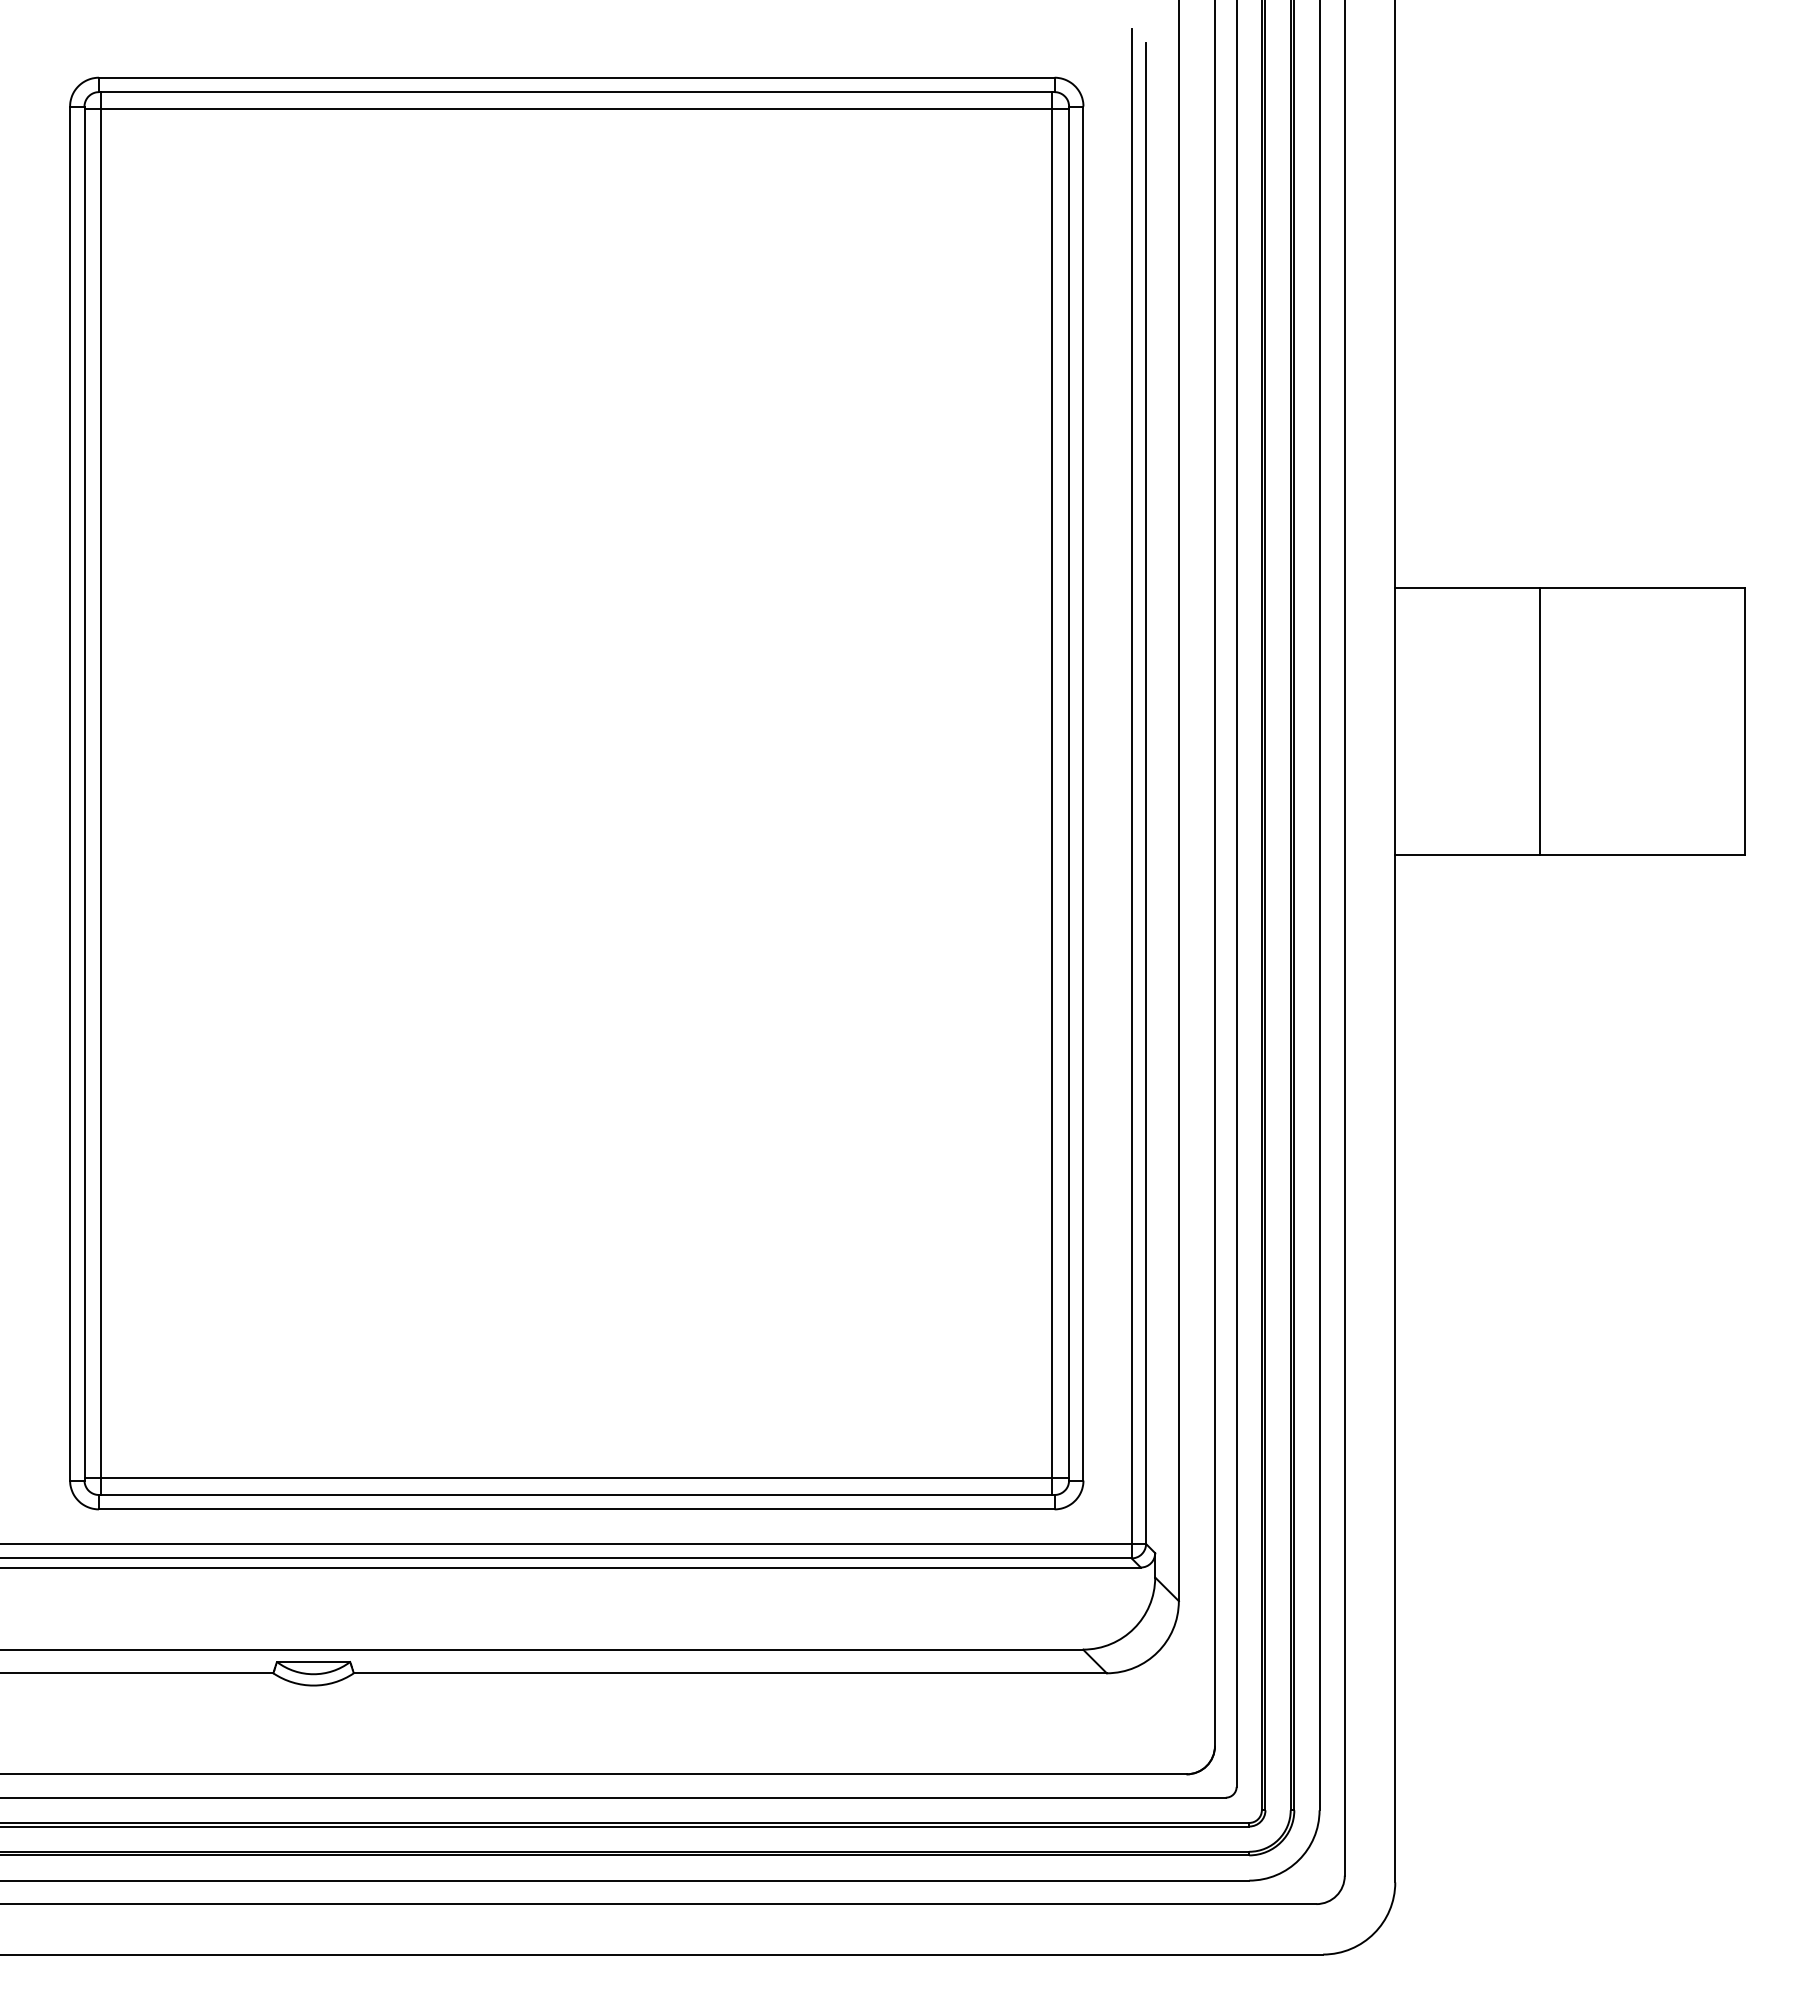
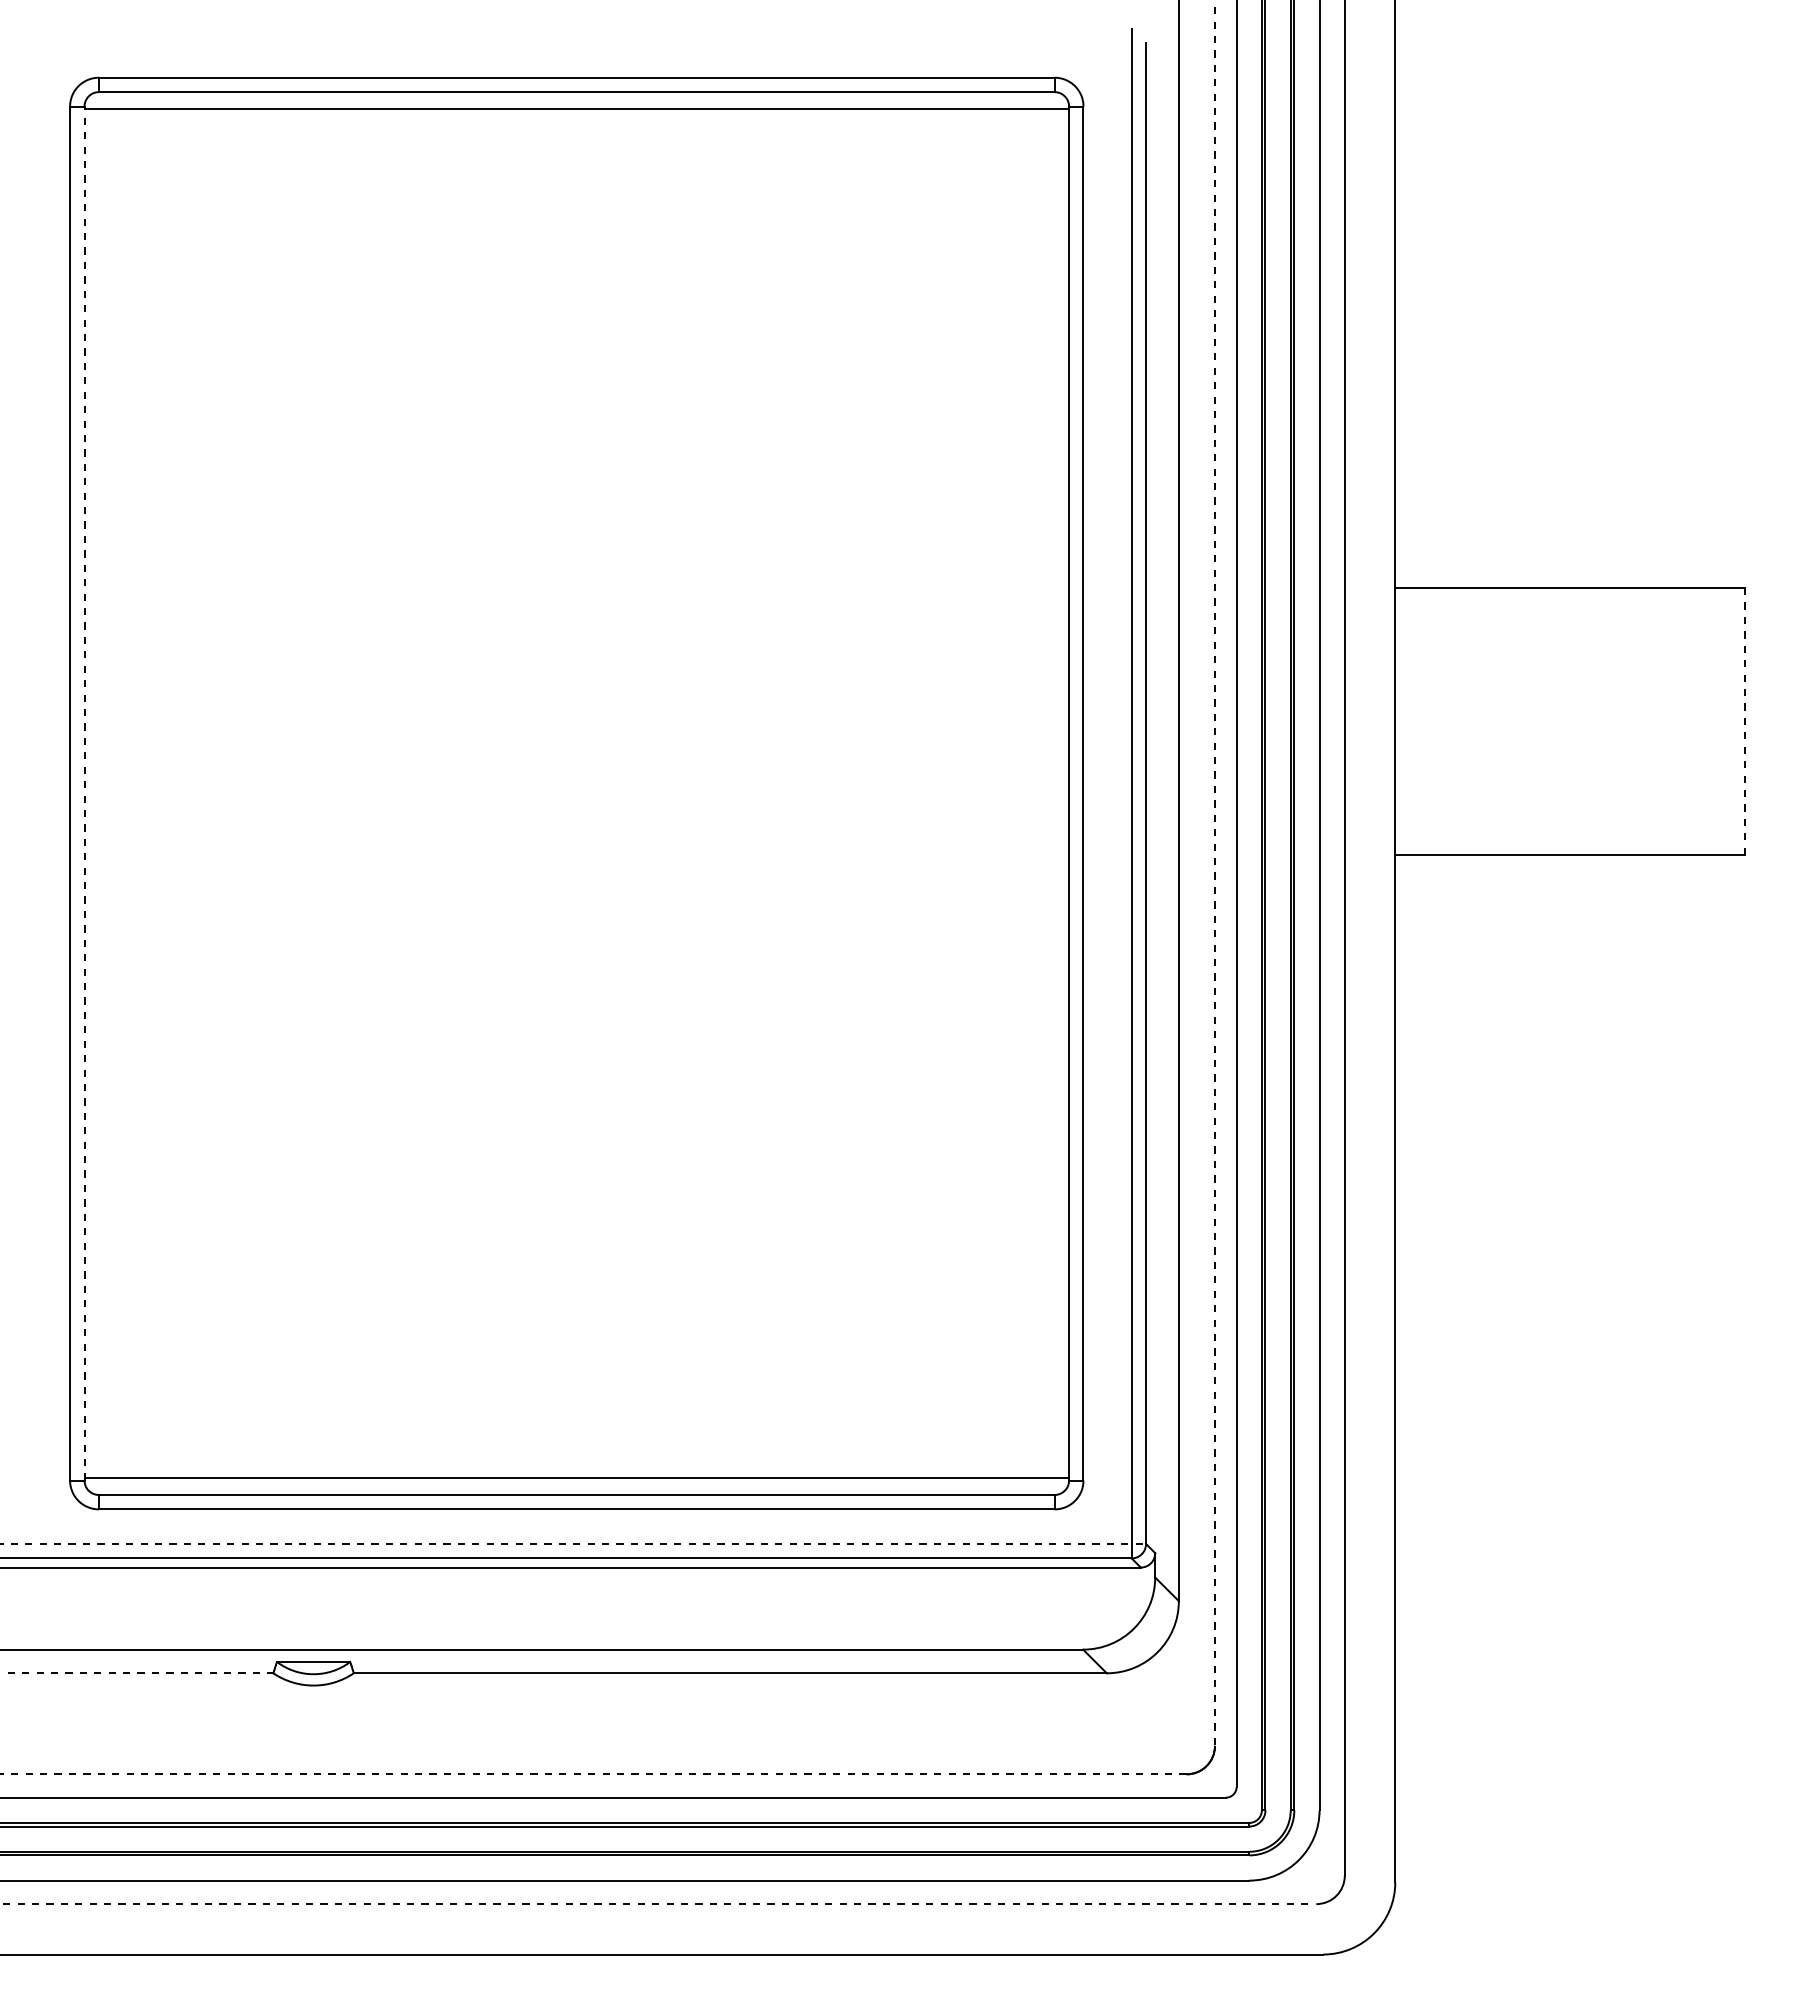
line at (1539, 721): present -> none
line at (1745, 721): solid -> dashed
line at (84, 793): solid -> dashed
line at (101, 793): present -> none
line at (1052, 793): present -> none
line at (1215, 872): solid -> dashed
line at (573, 1543): solid -> dashed
line at (137, 1673): solid -> dashed
line at (593, 1774): solid -> dashed
line at (658, 1904): solid -> dashed
